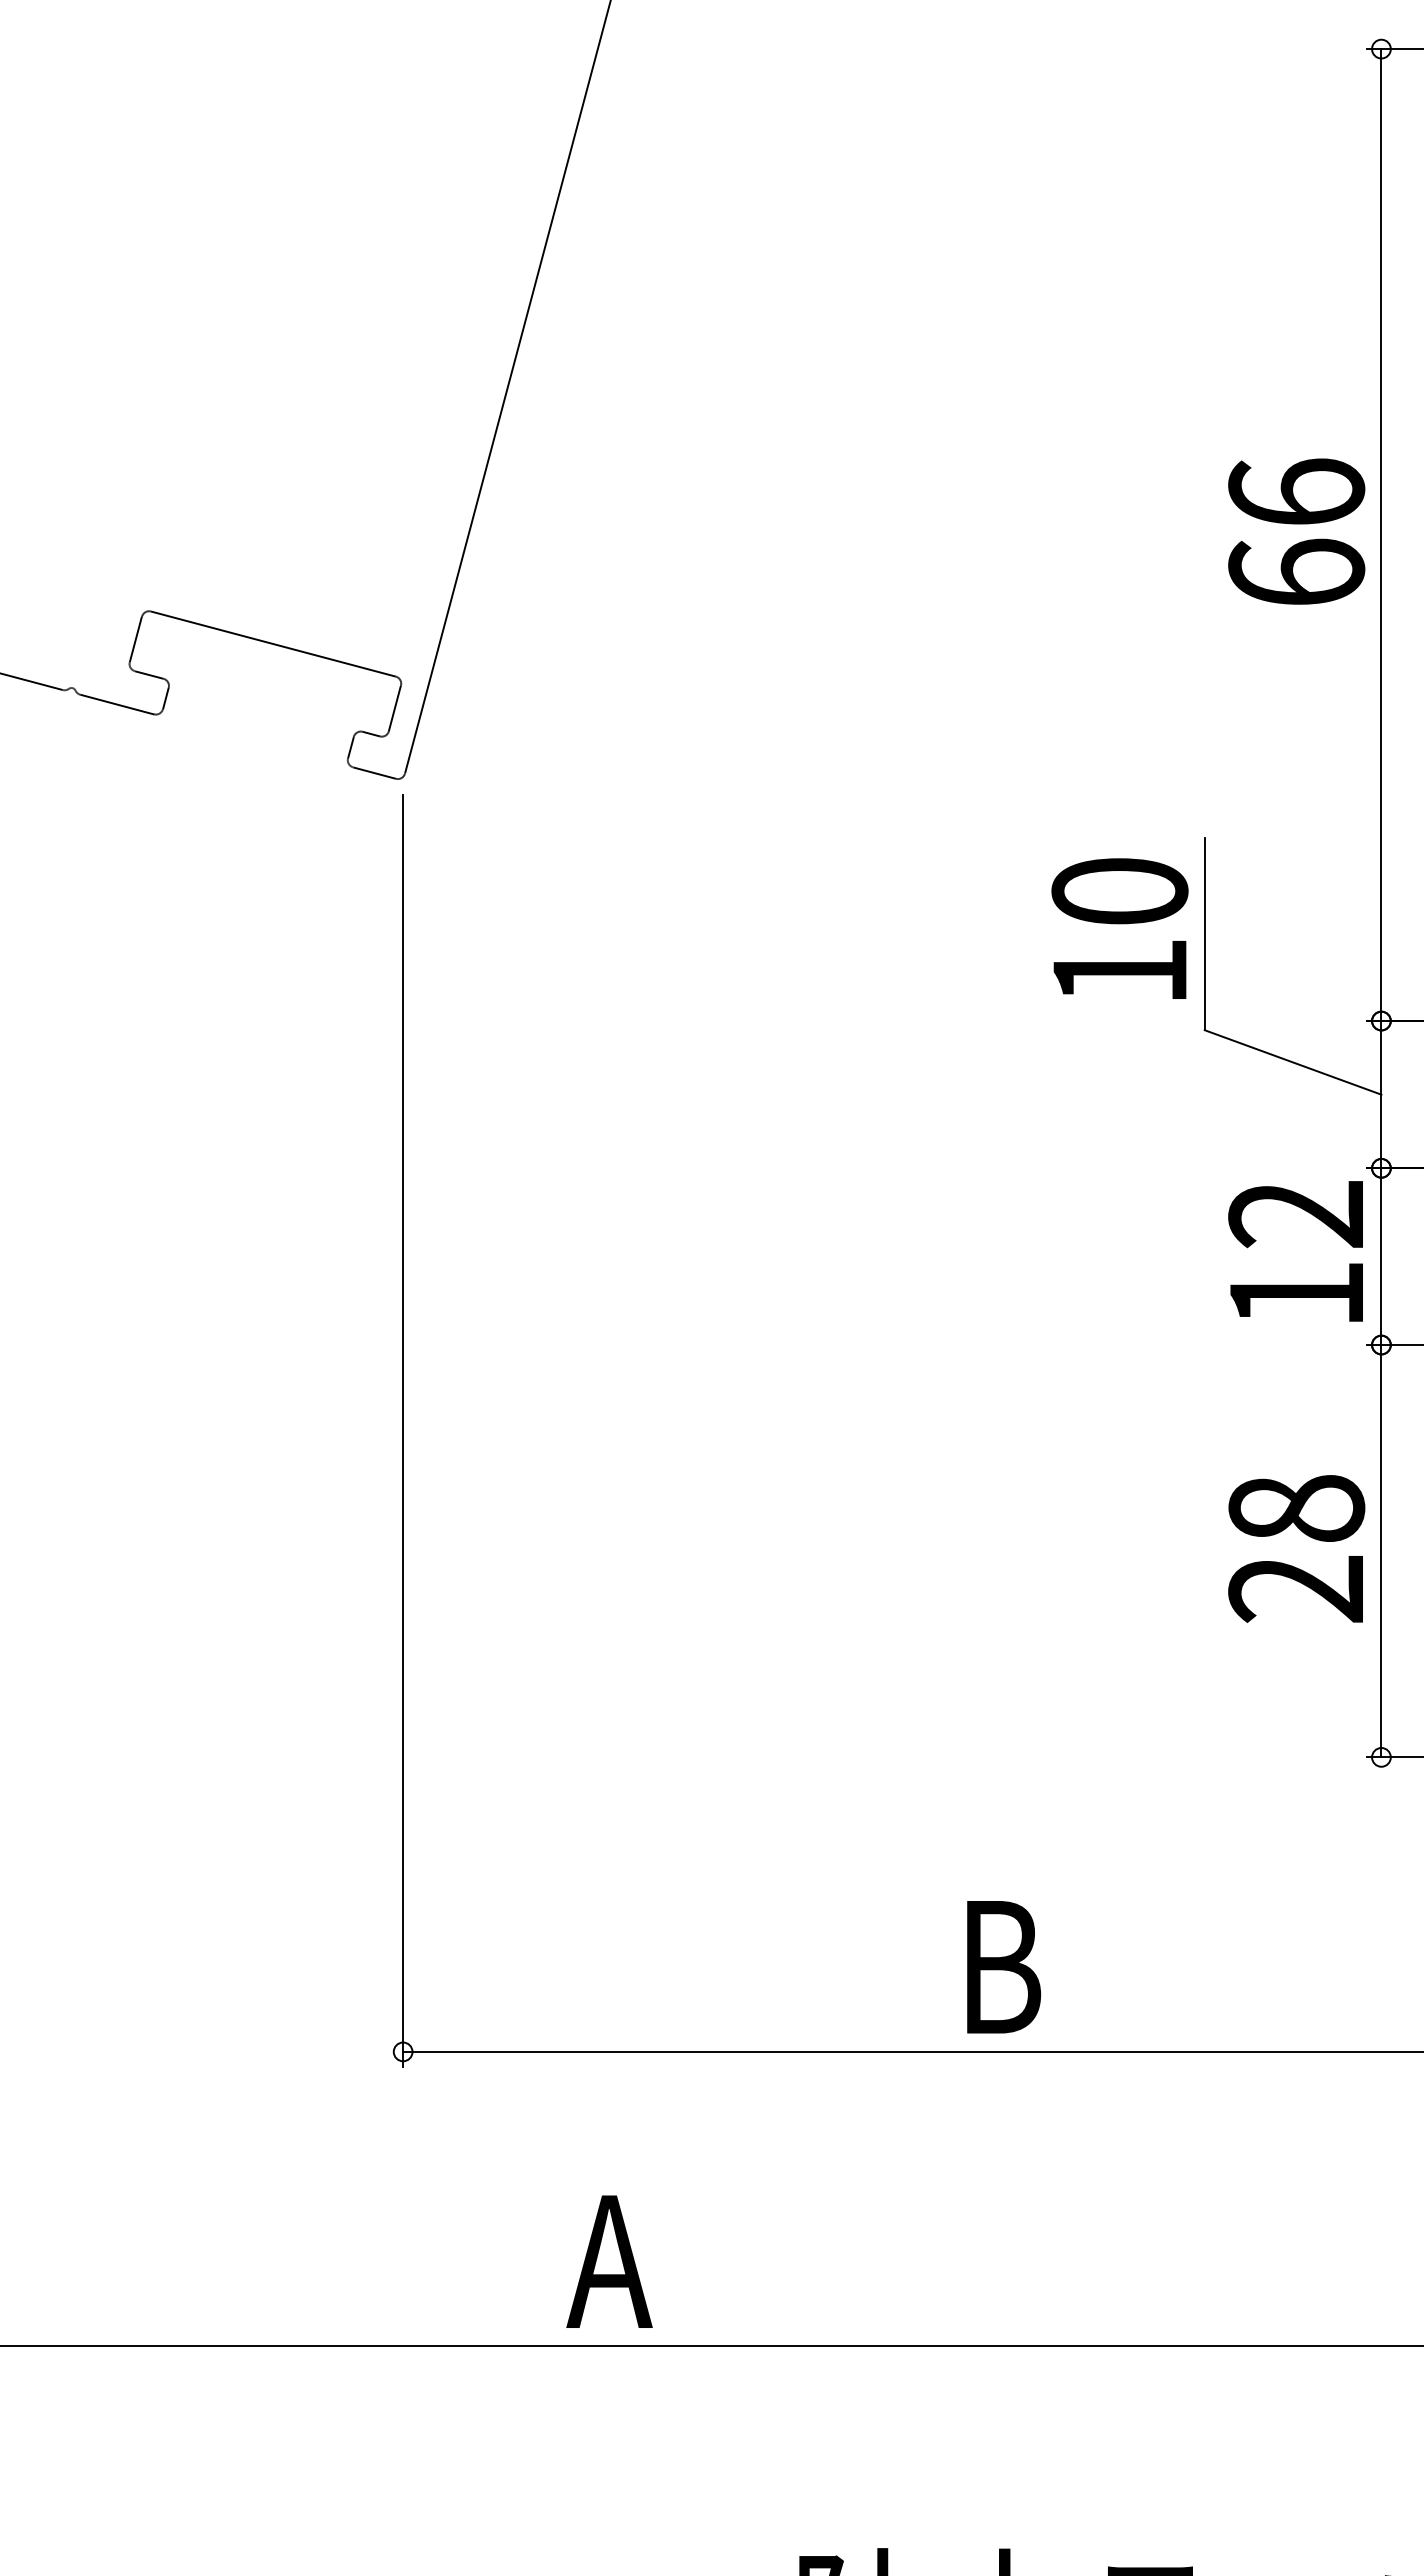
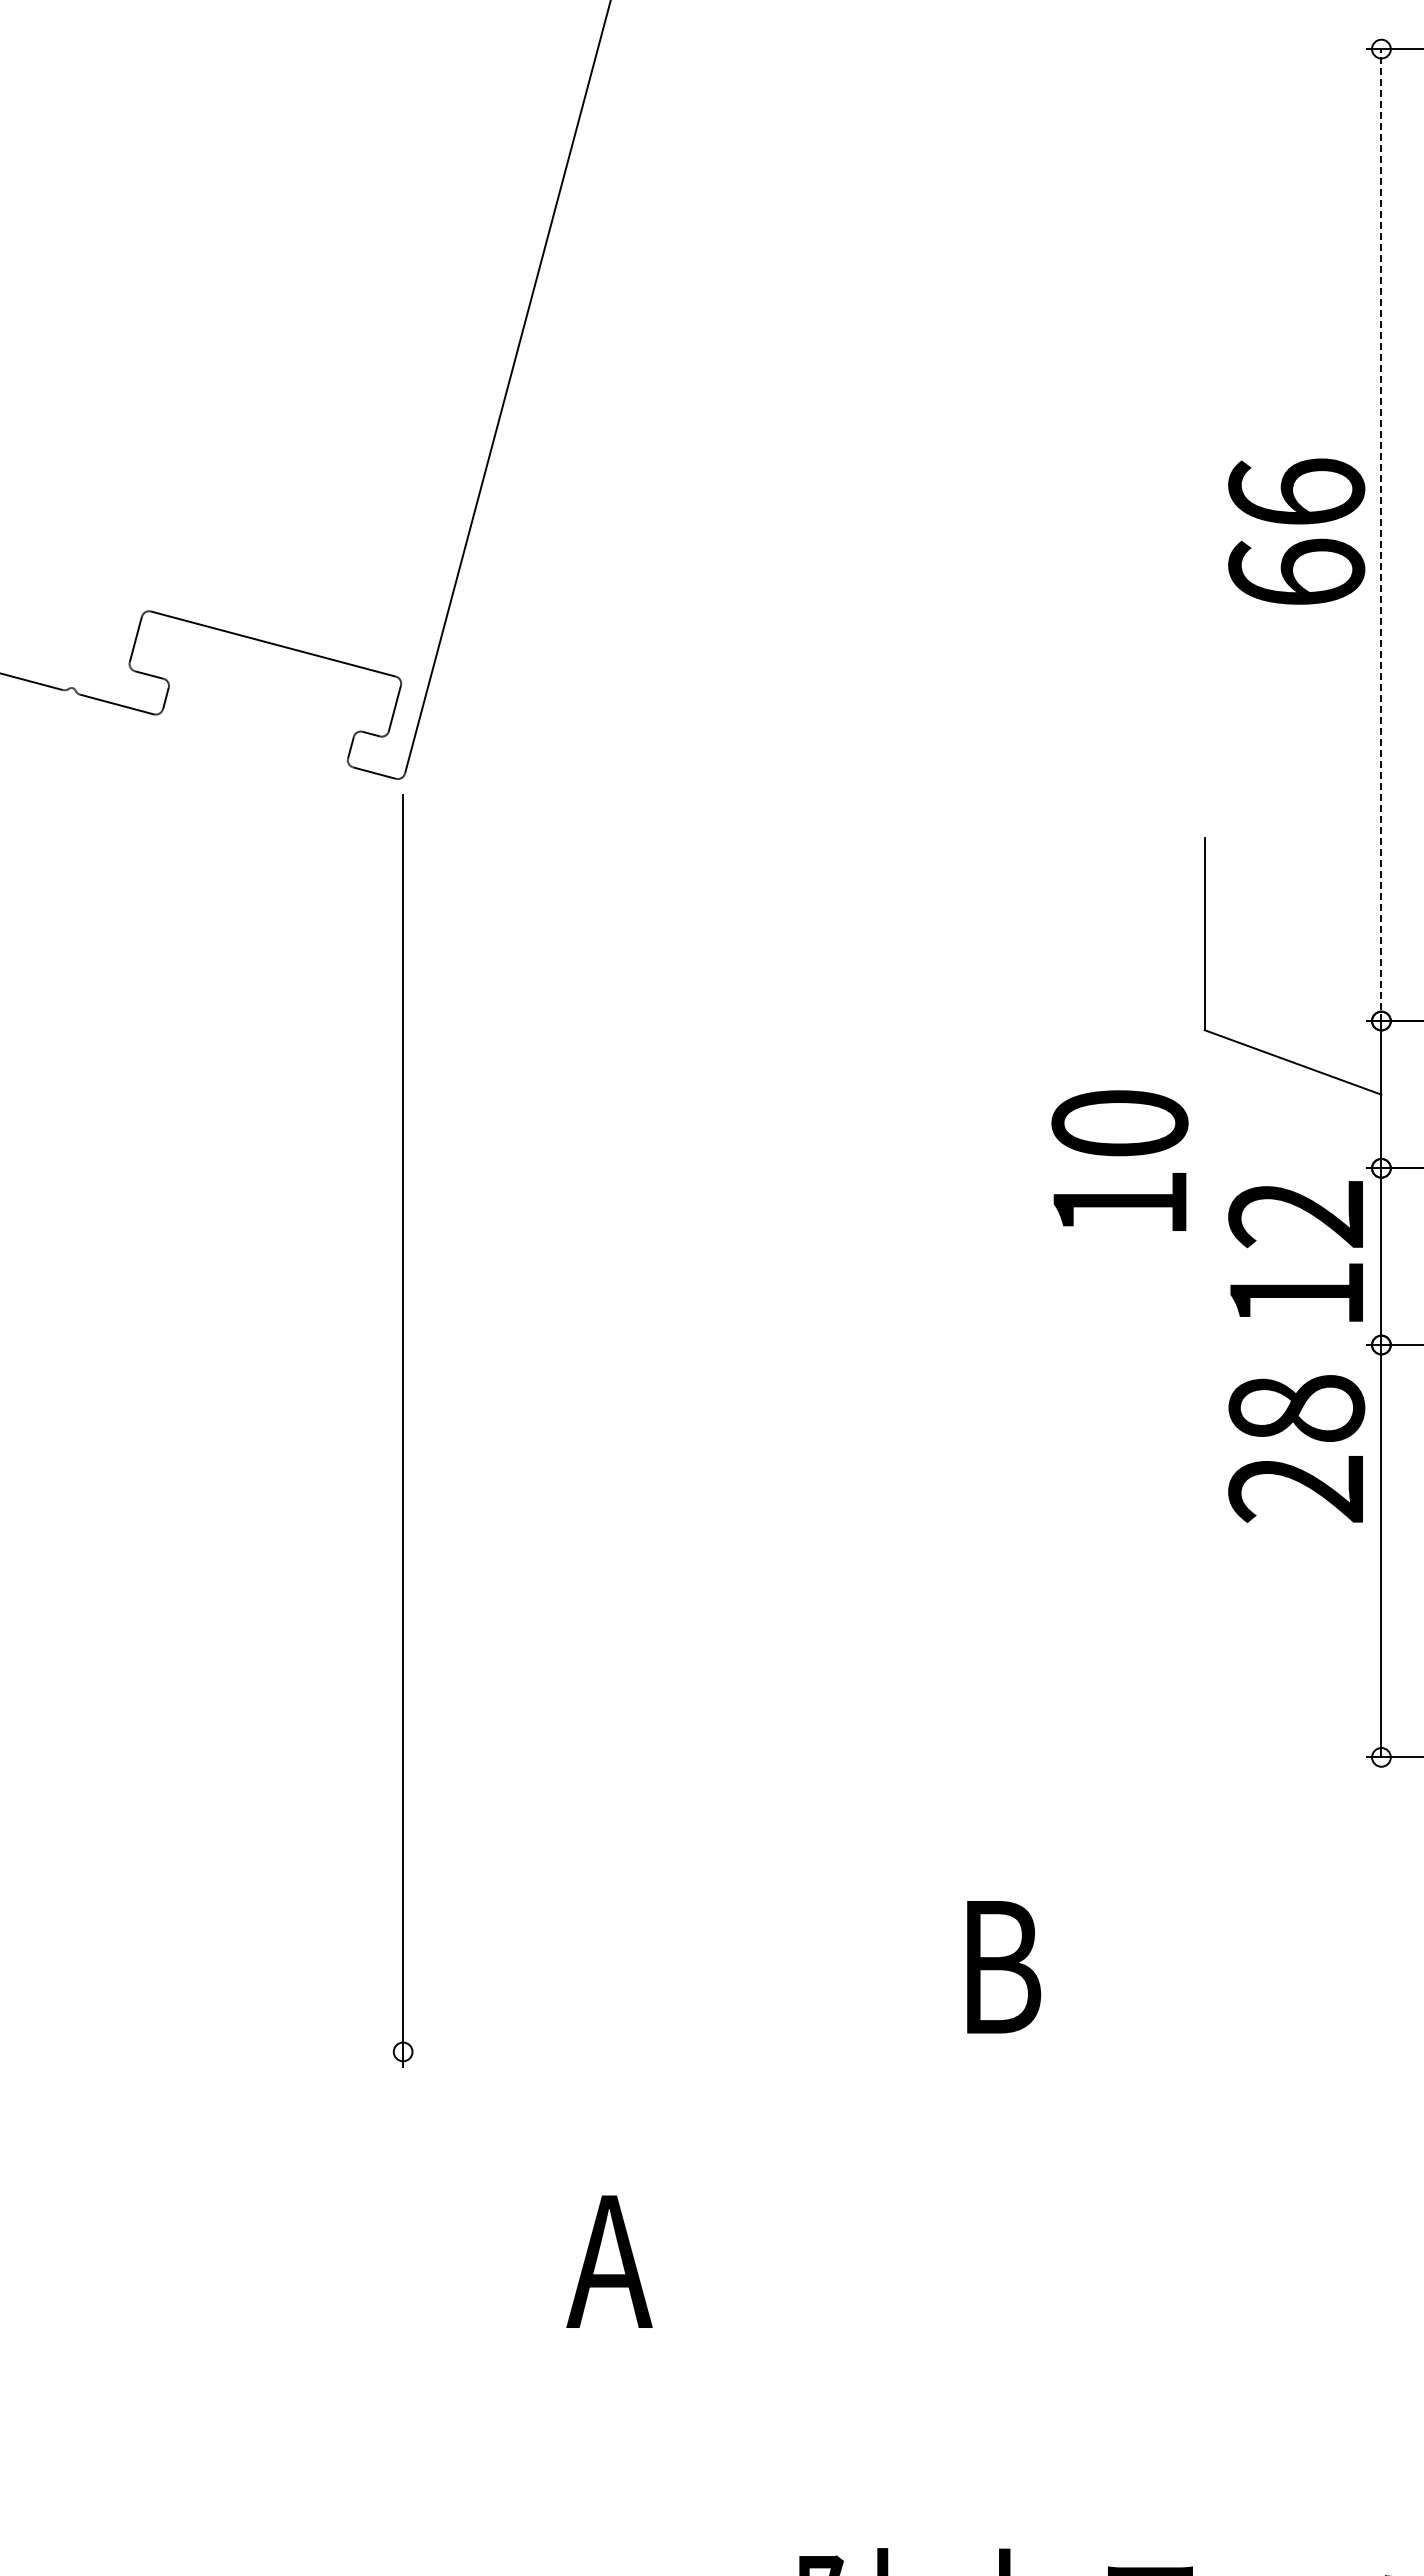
line at (1381, 535): solid -> dashed
text at (1119, 928) position: (1119, 928) -> (1119, 1160)
text at (1296, 1548) position: (1296, 1548) -> (1296, 1448)
line at (911, 2051): present -> none
line at (711, 2346): present -> none
